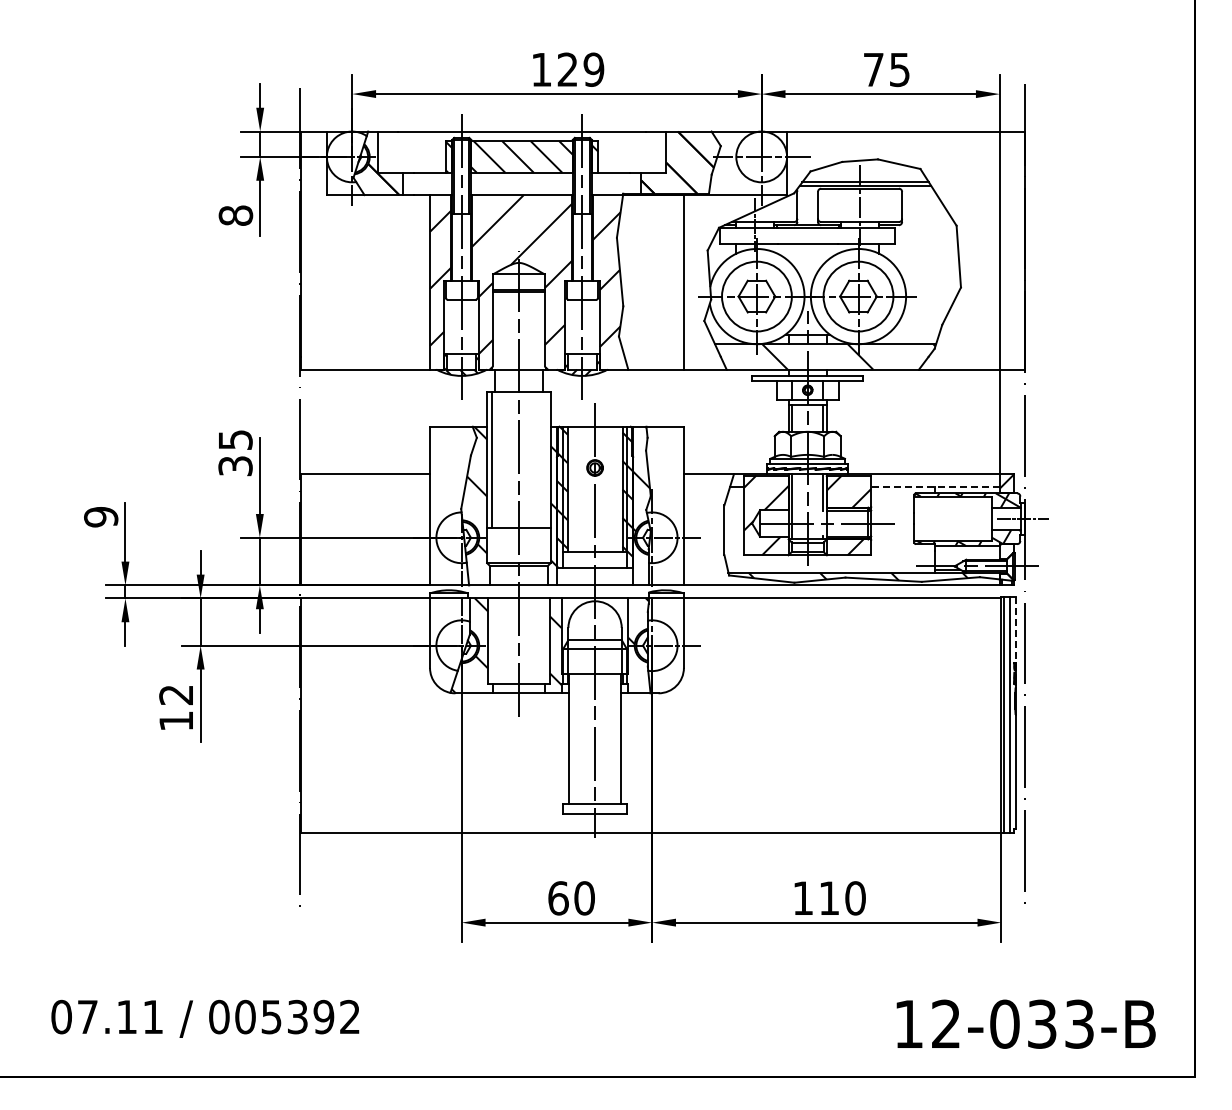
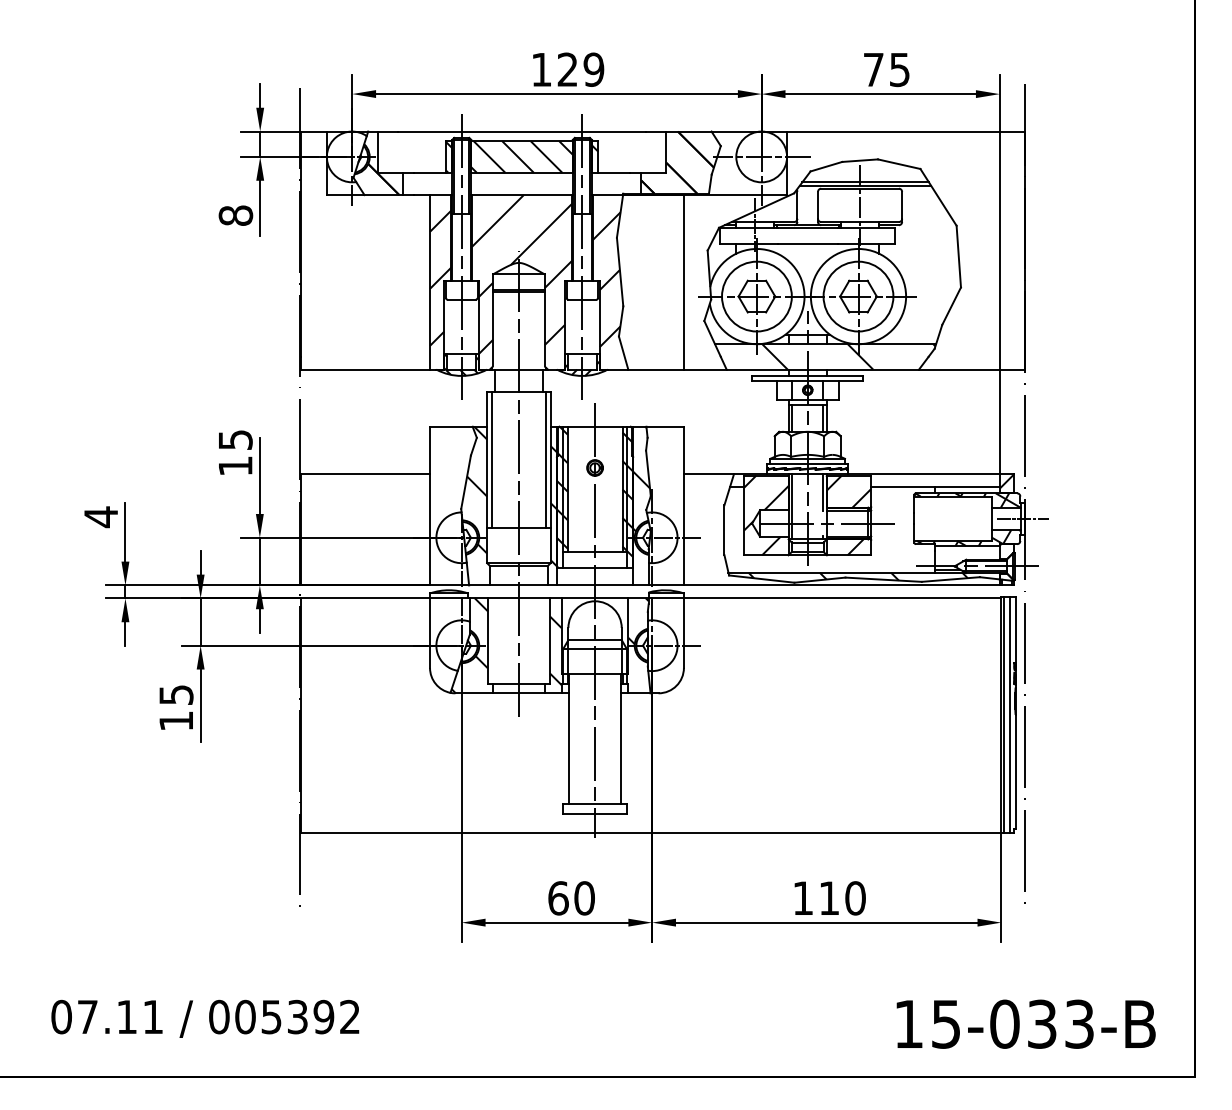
line at (545, 459): none -> present
text at (235, 466): 35 -> 15
line at (934, 487): dashed -> solid
text at (101, 517): 9 -> 4
line at (1015, 631): dashed -> solid
text at (176, 695): 12 -> 15
text at (945, 1023): 12-033-B -> 15-033-B
